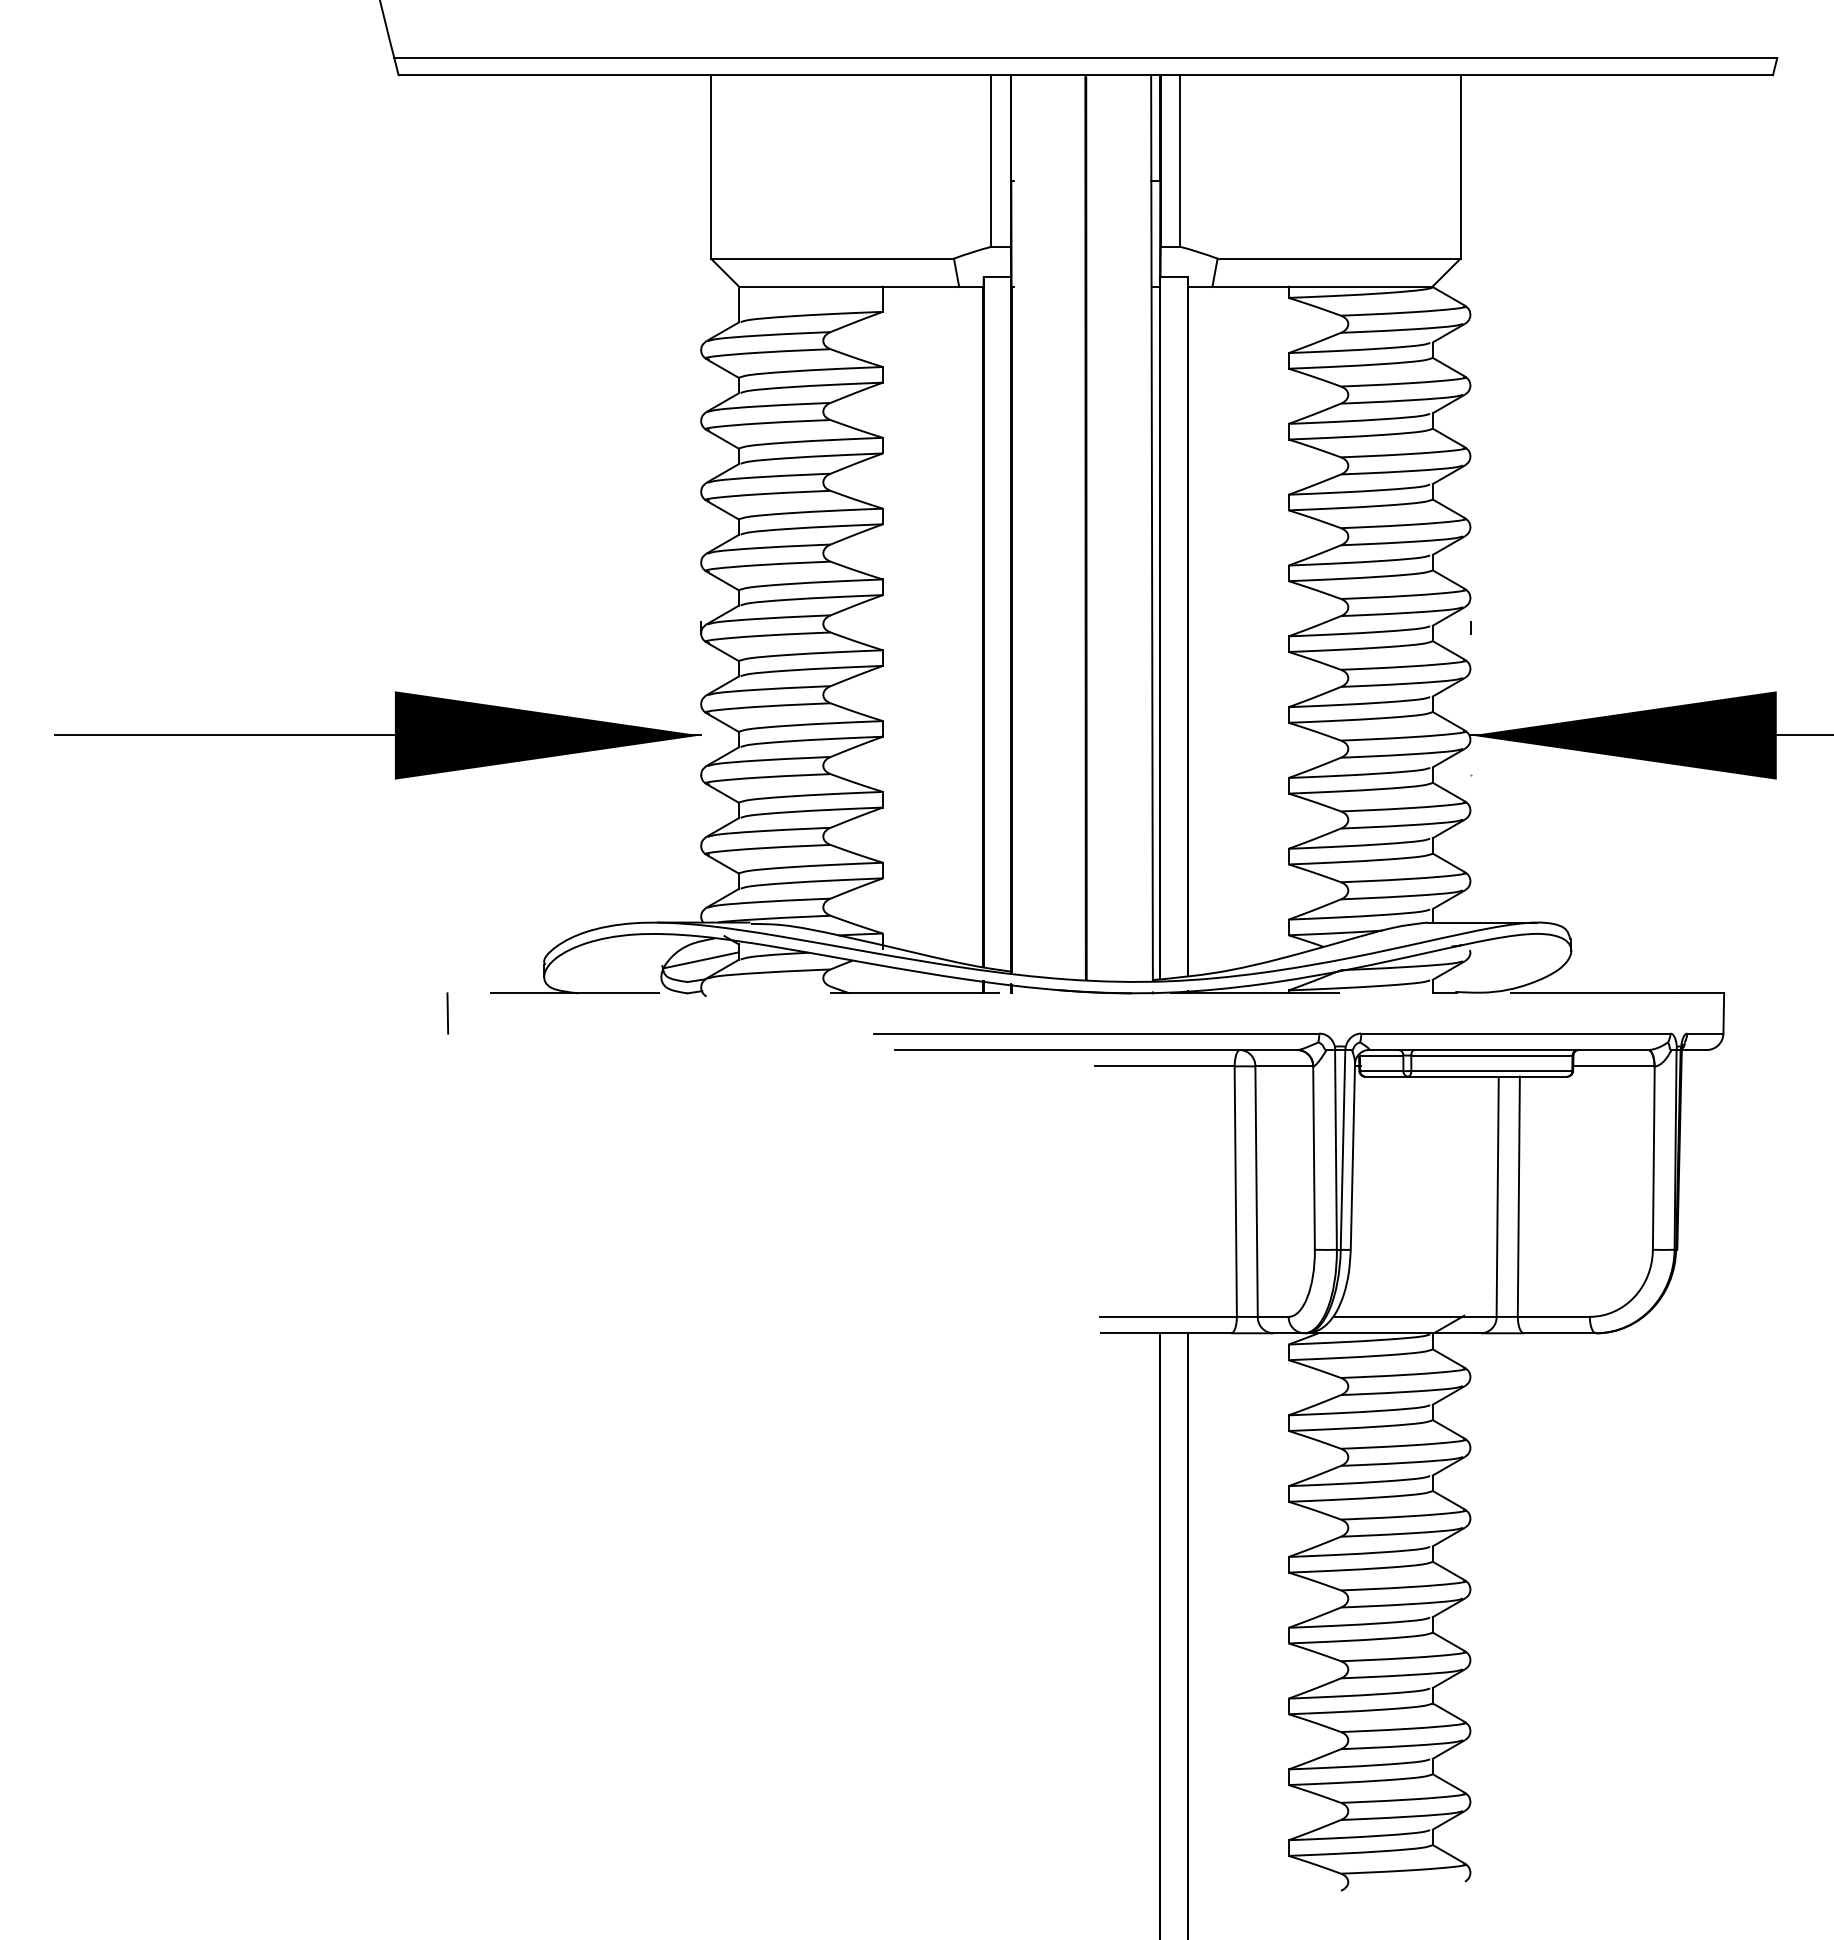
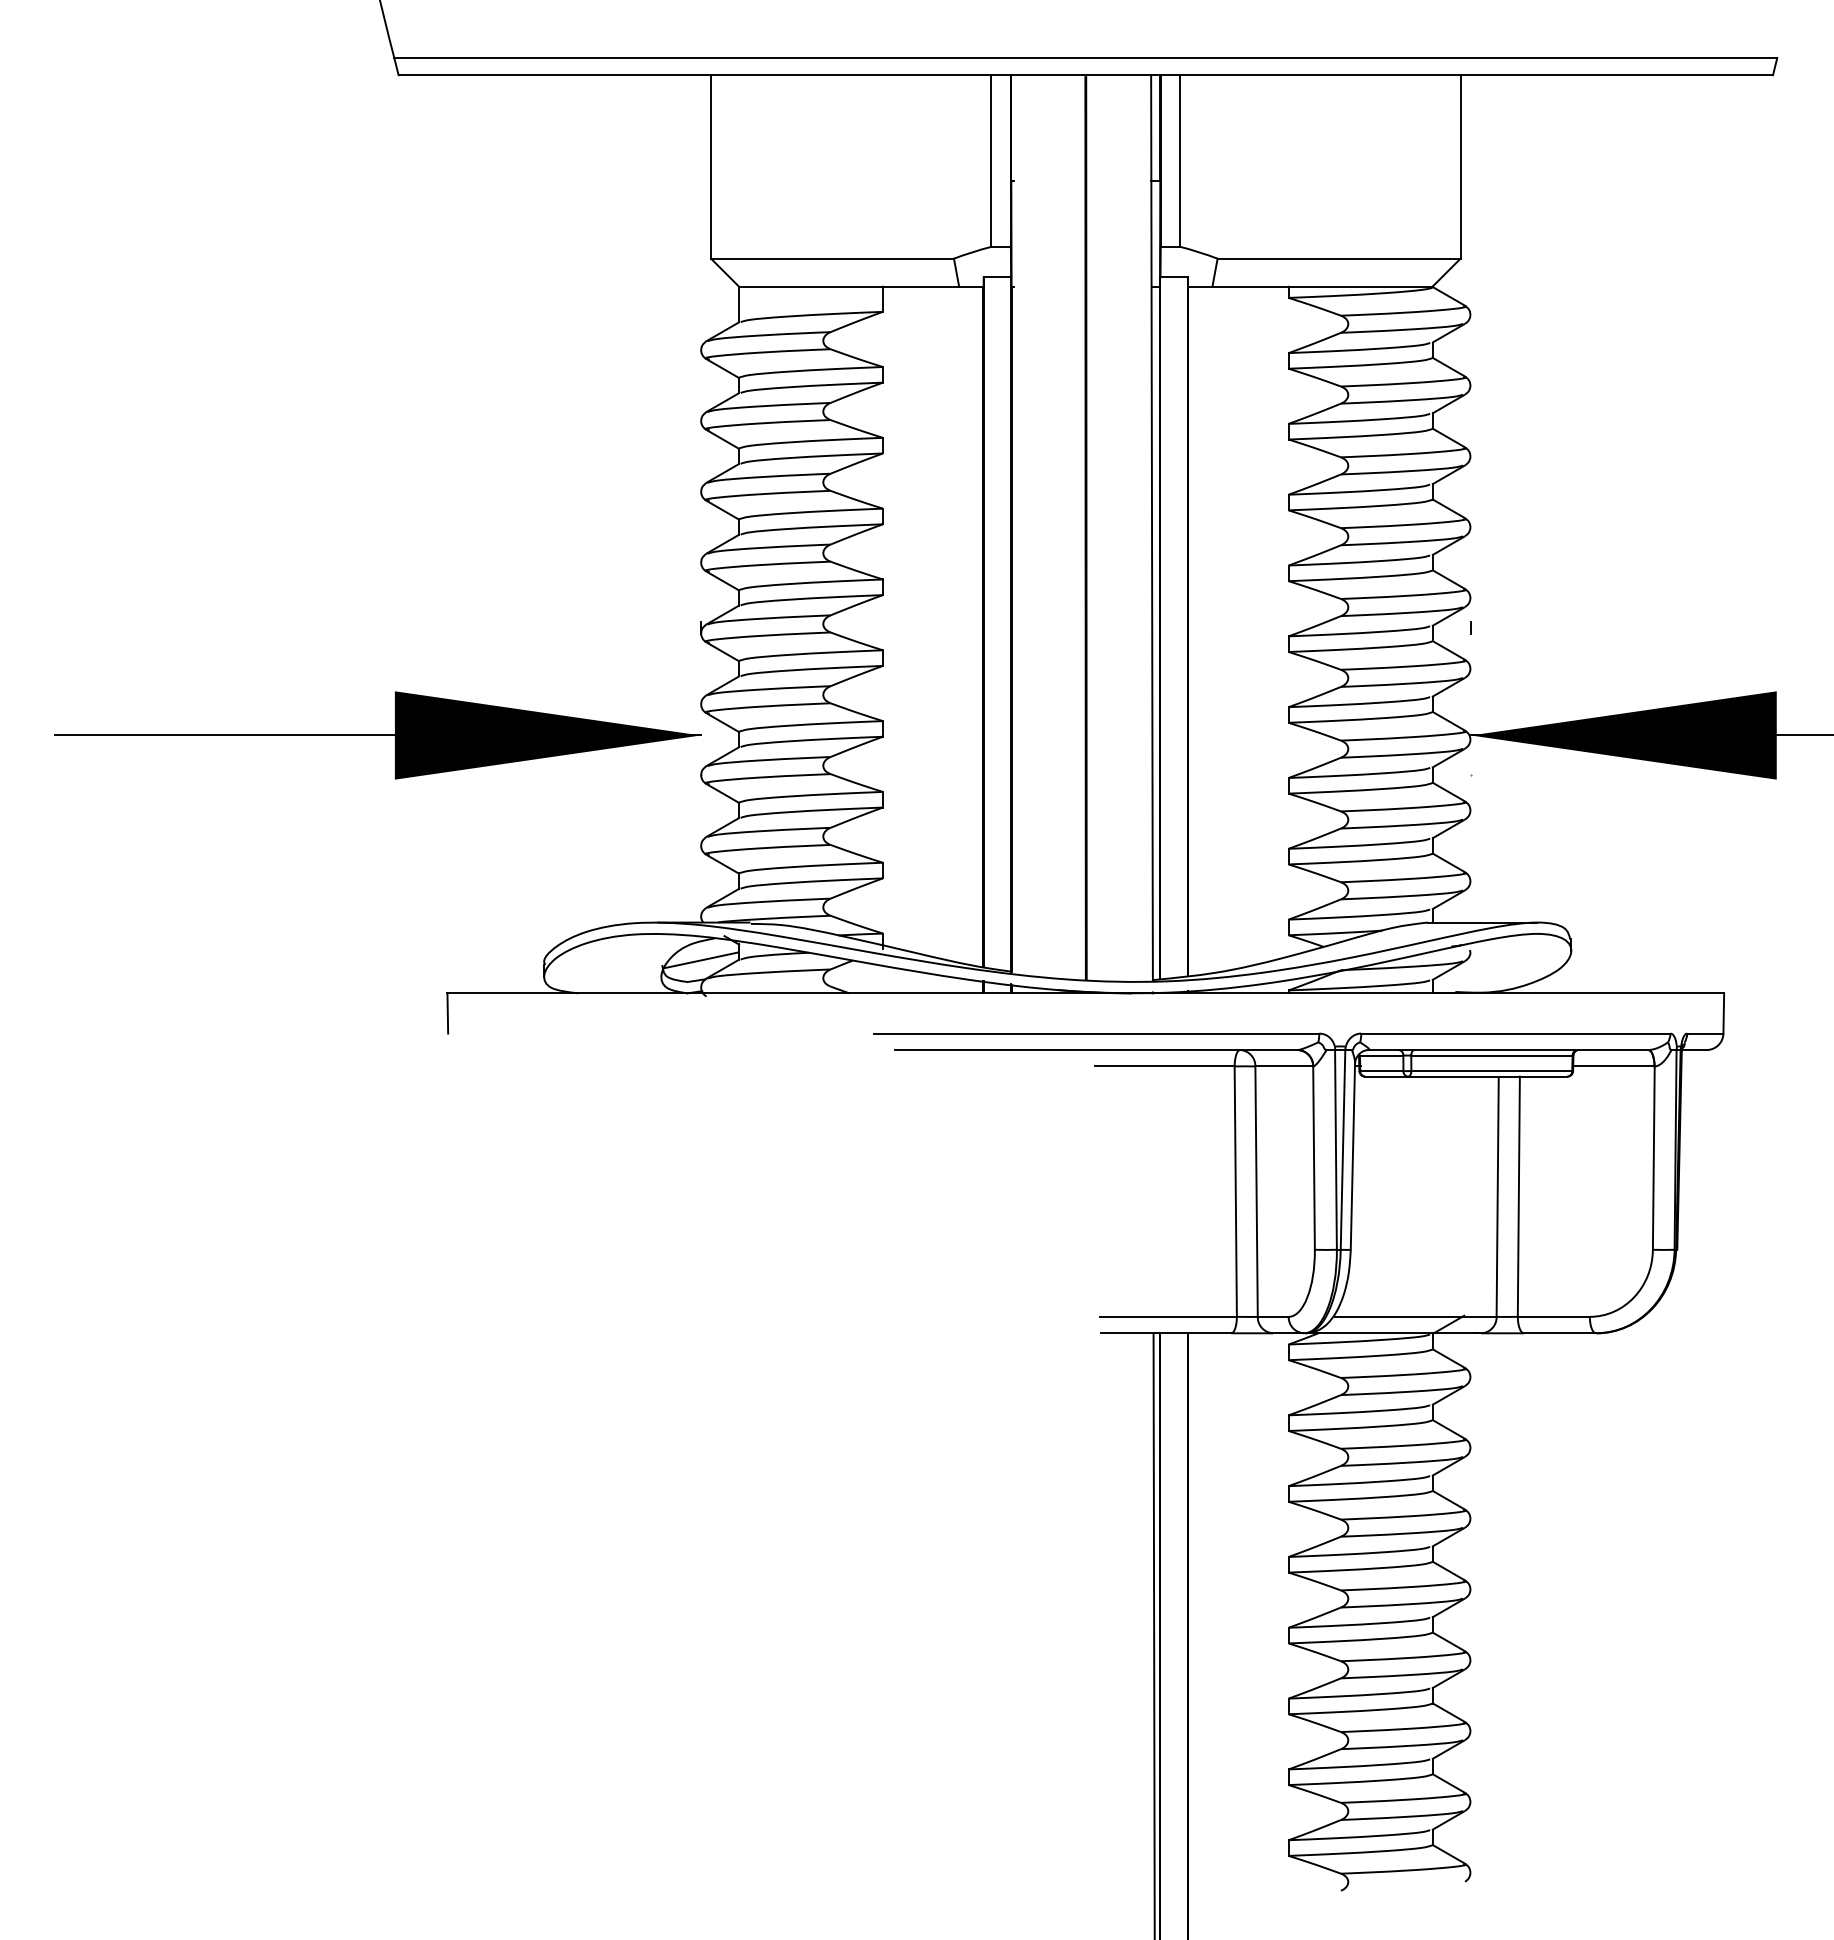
line at (1063, 993): dashed -> solid
line at (1153, 1634): none -> present
